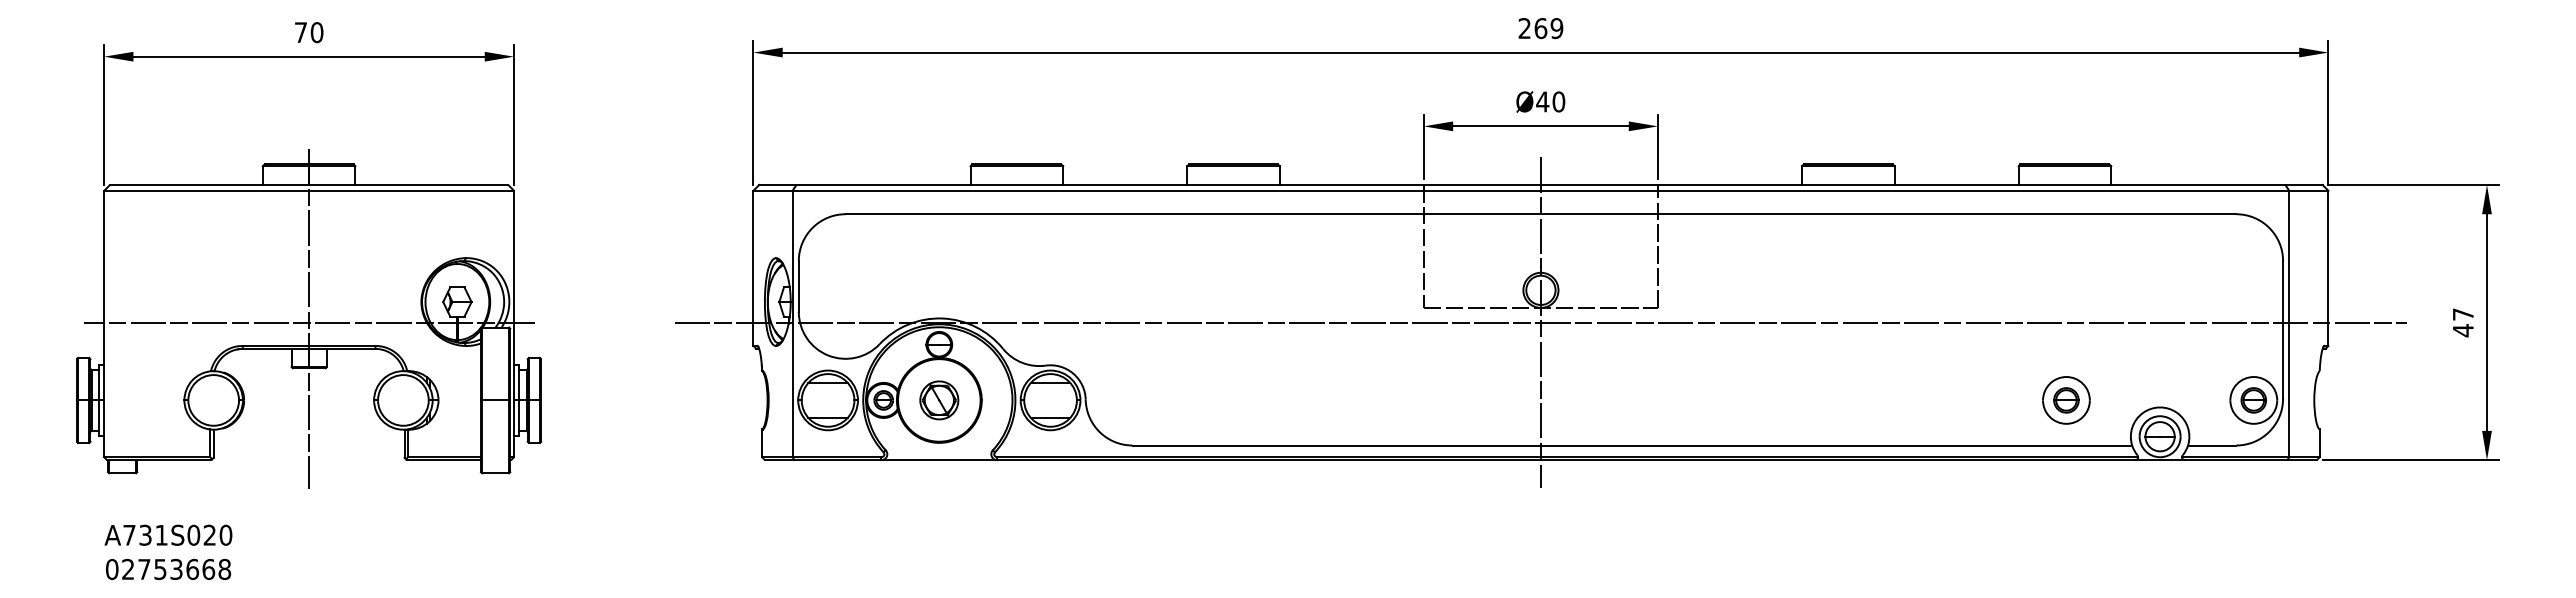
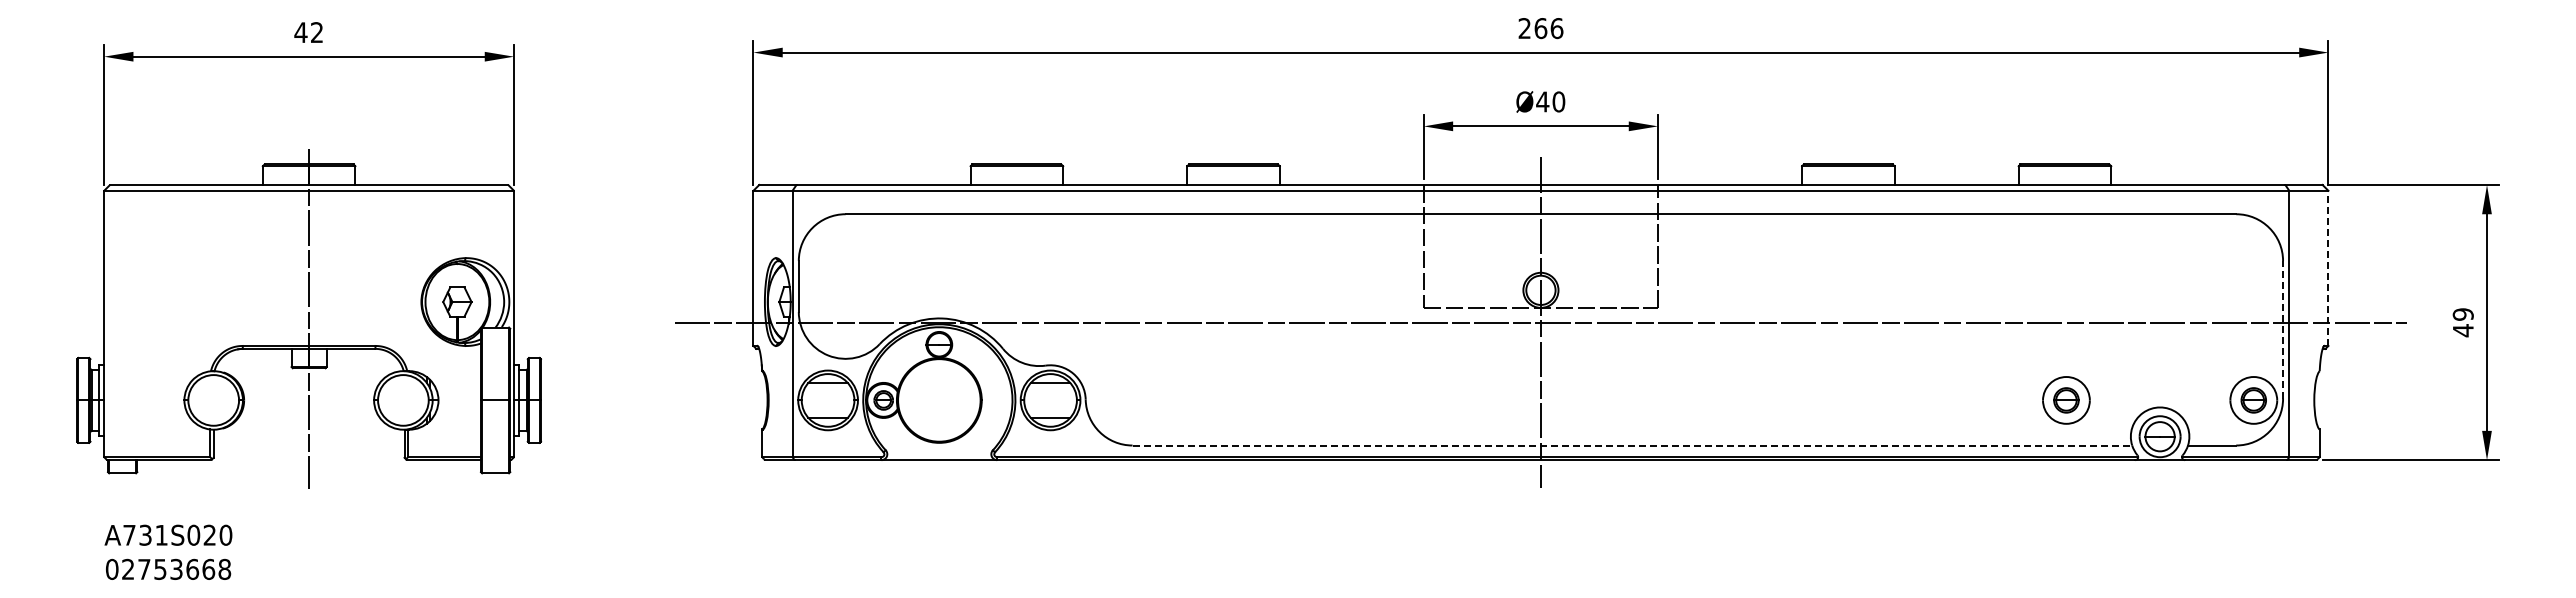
text at (1556, 28): 269 -> 266
text at (308, 32): 70 -> 42
line at (2328, 268): solid -> dashed
text at (2462, 314): 47 -> 49
line at (308, 322): present -> none
line at (2283, 329): solid -> dashed
part at (939, 400): present -> none
line at (1632, 445): solid -> dashed
